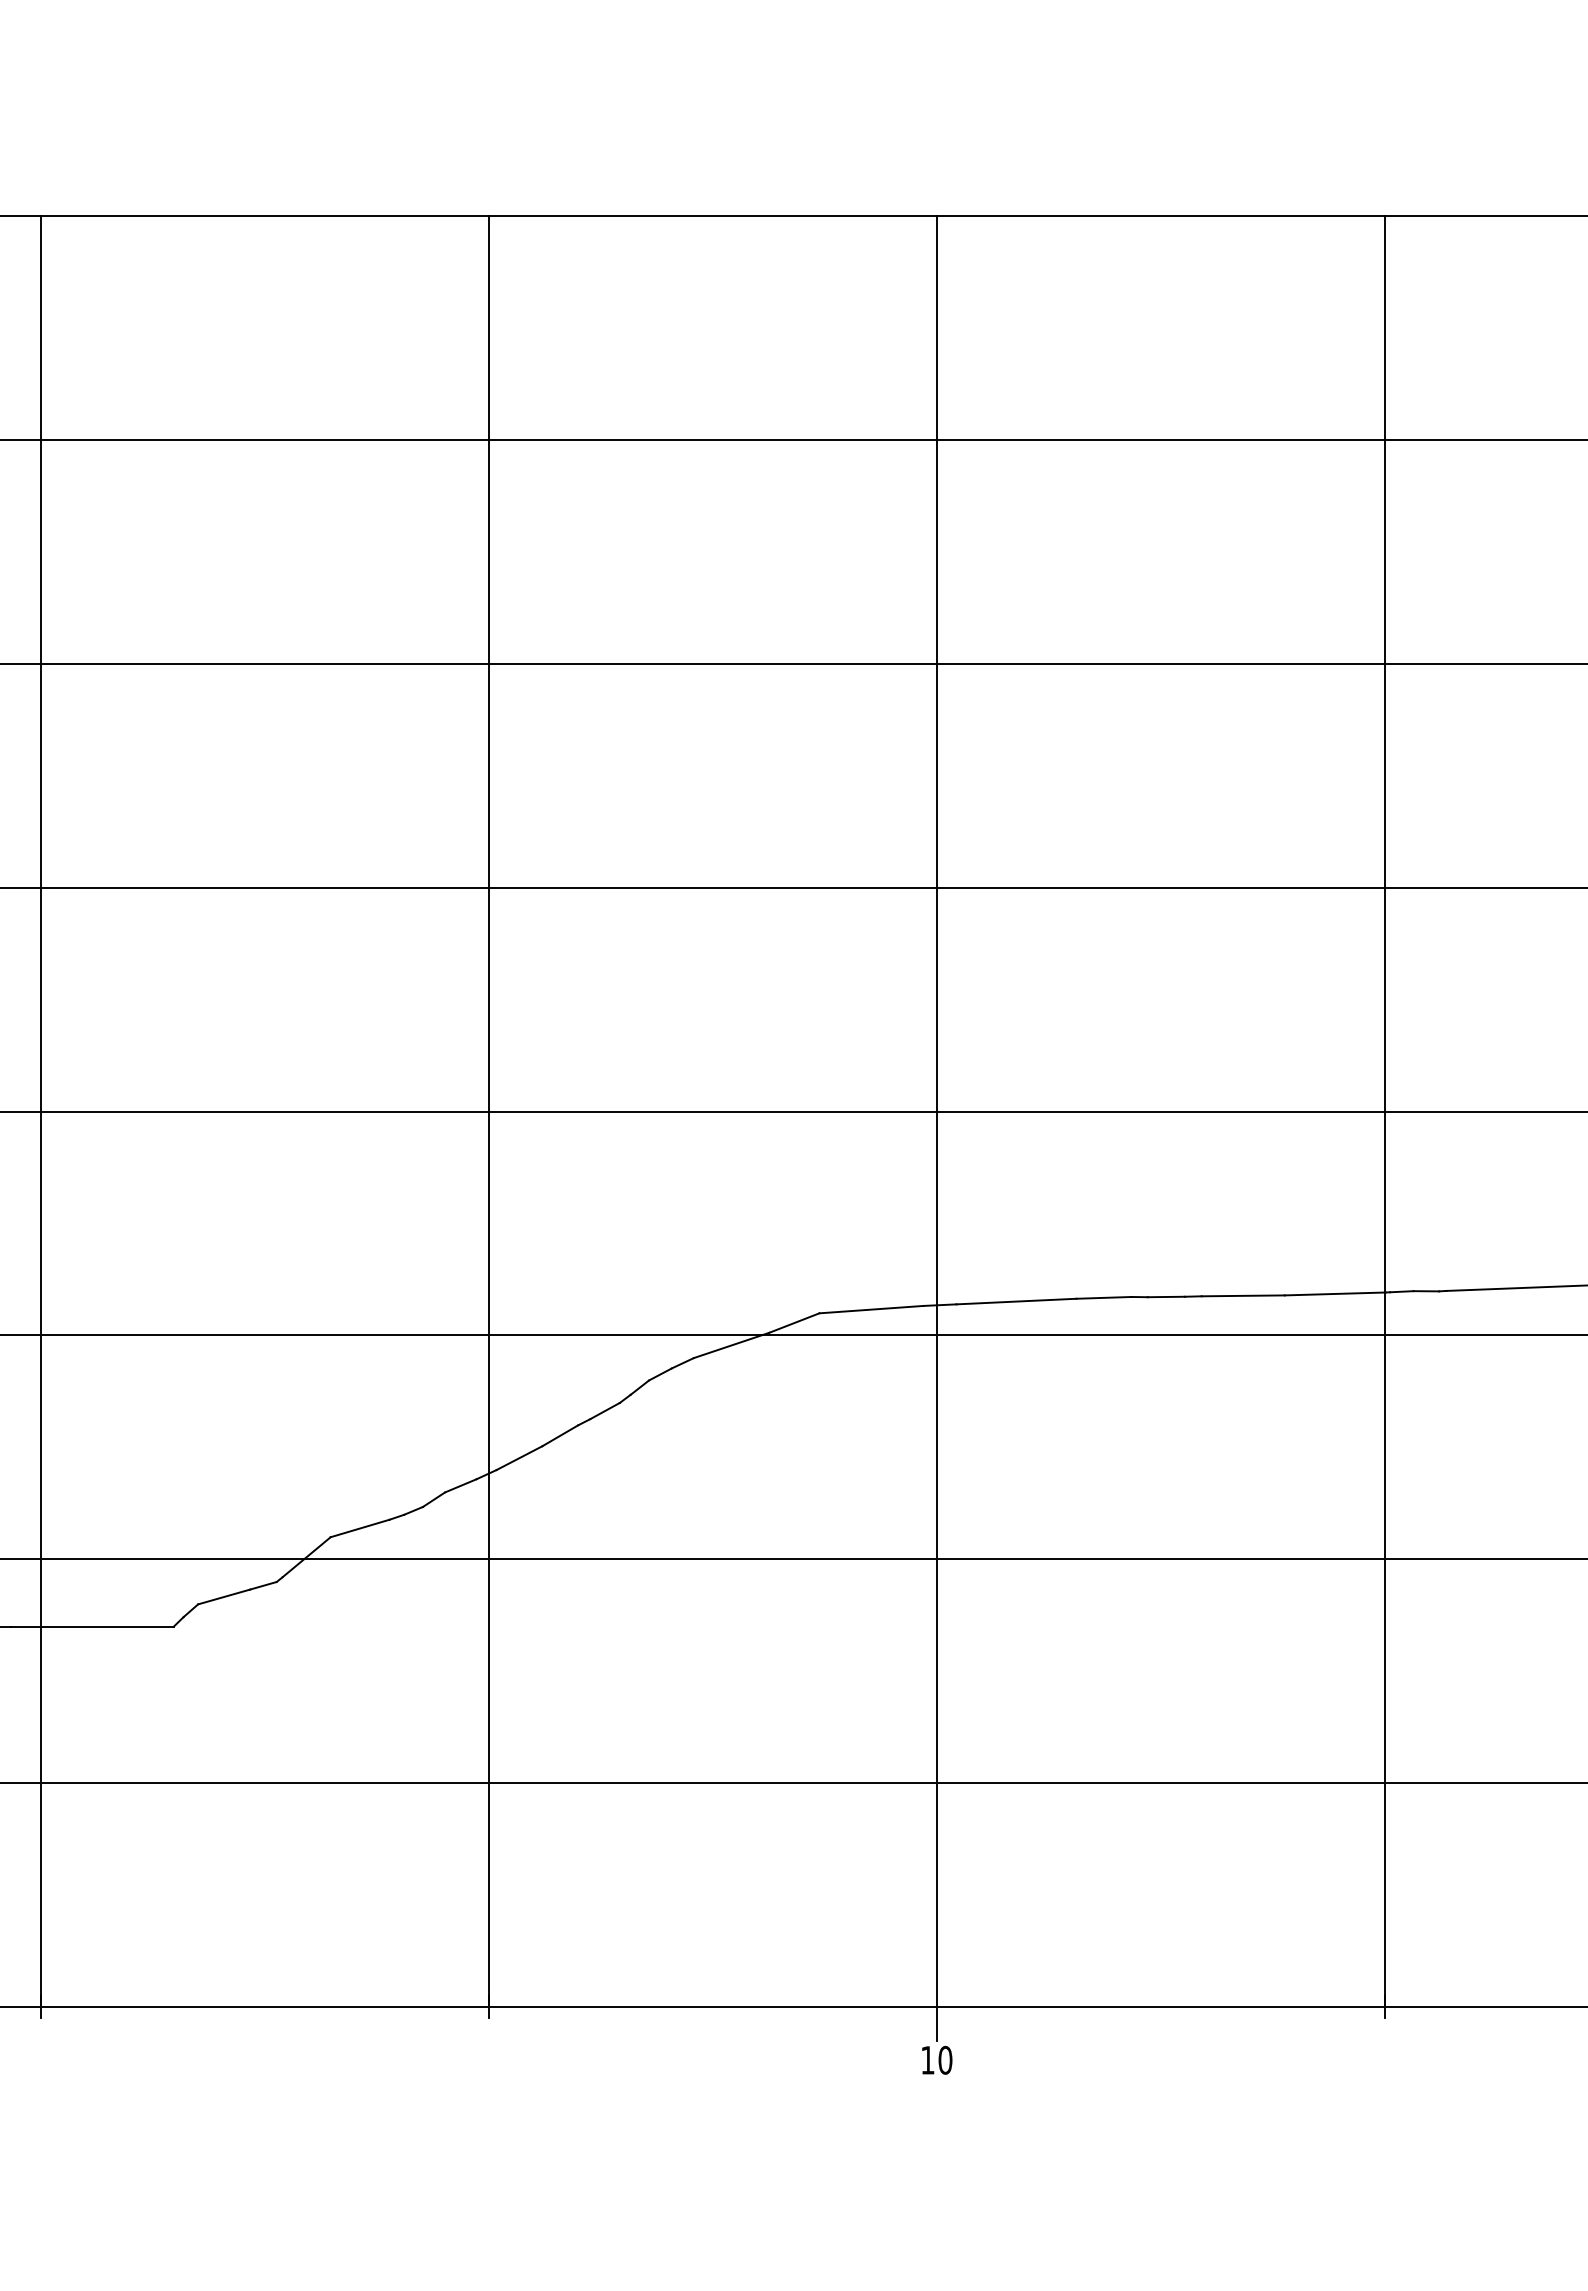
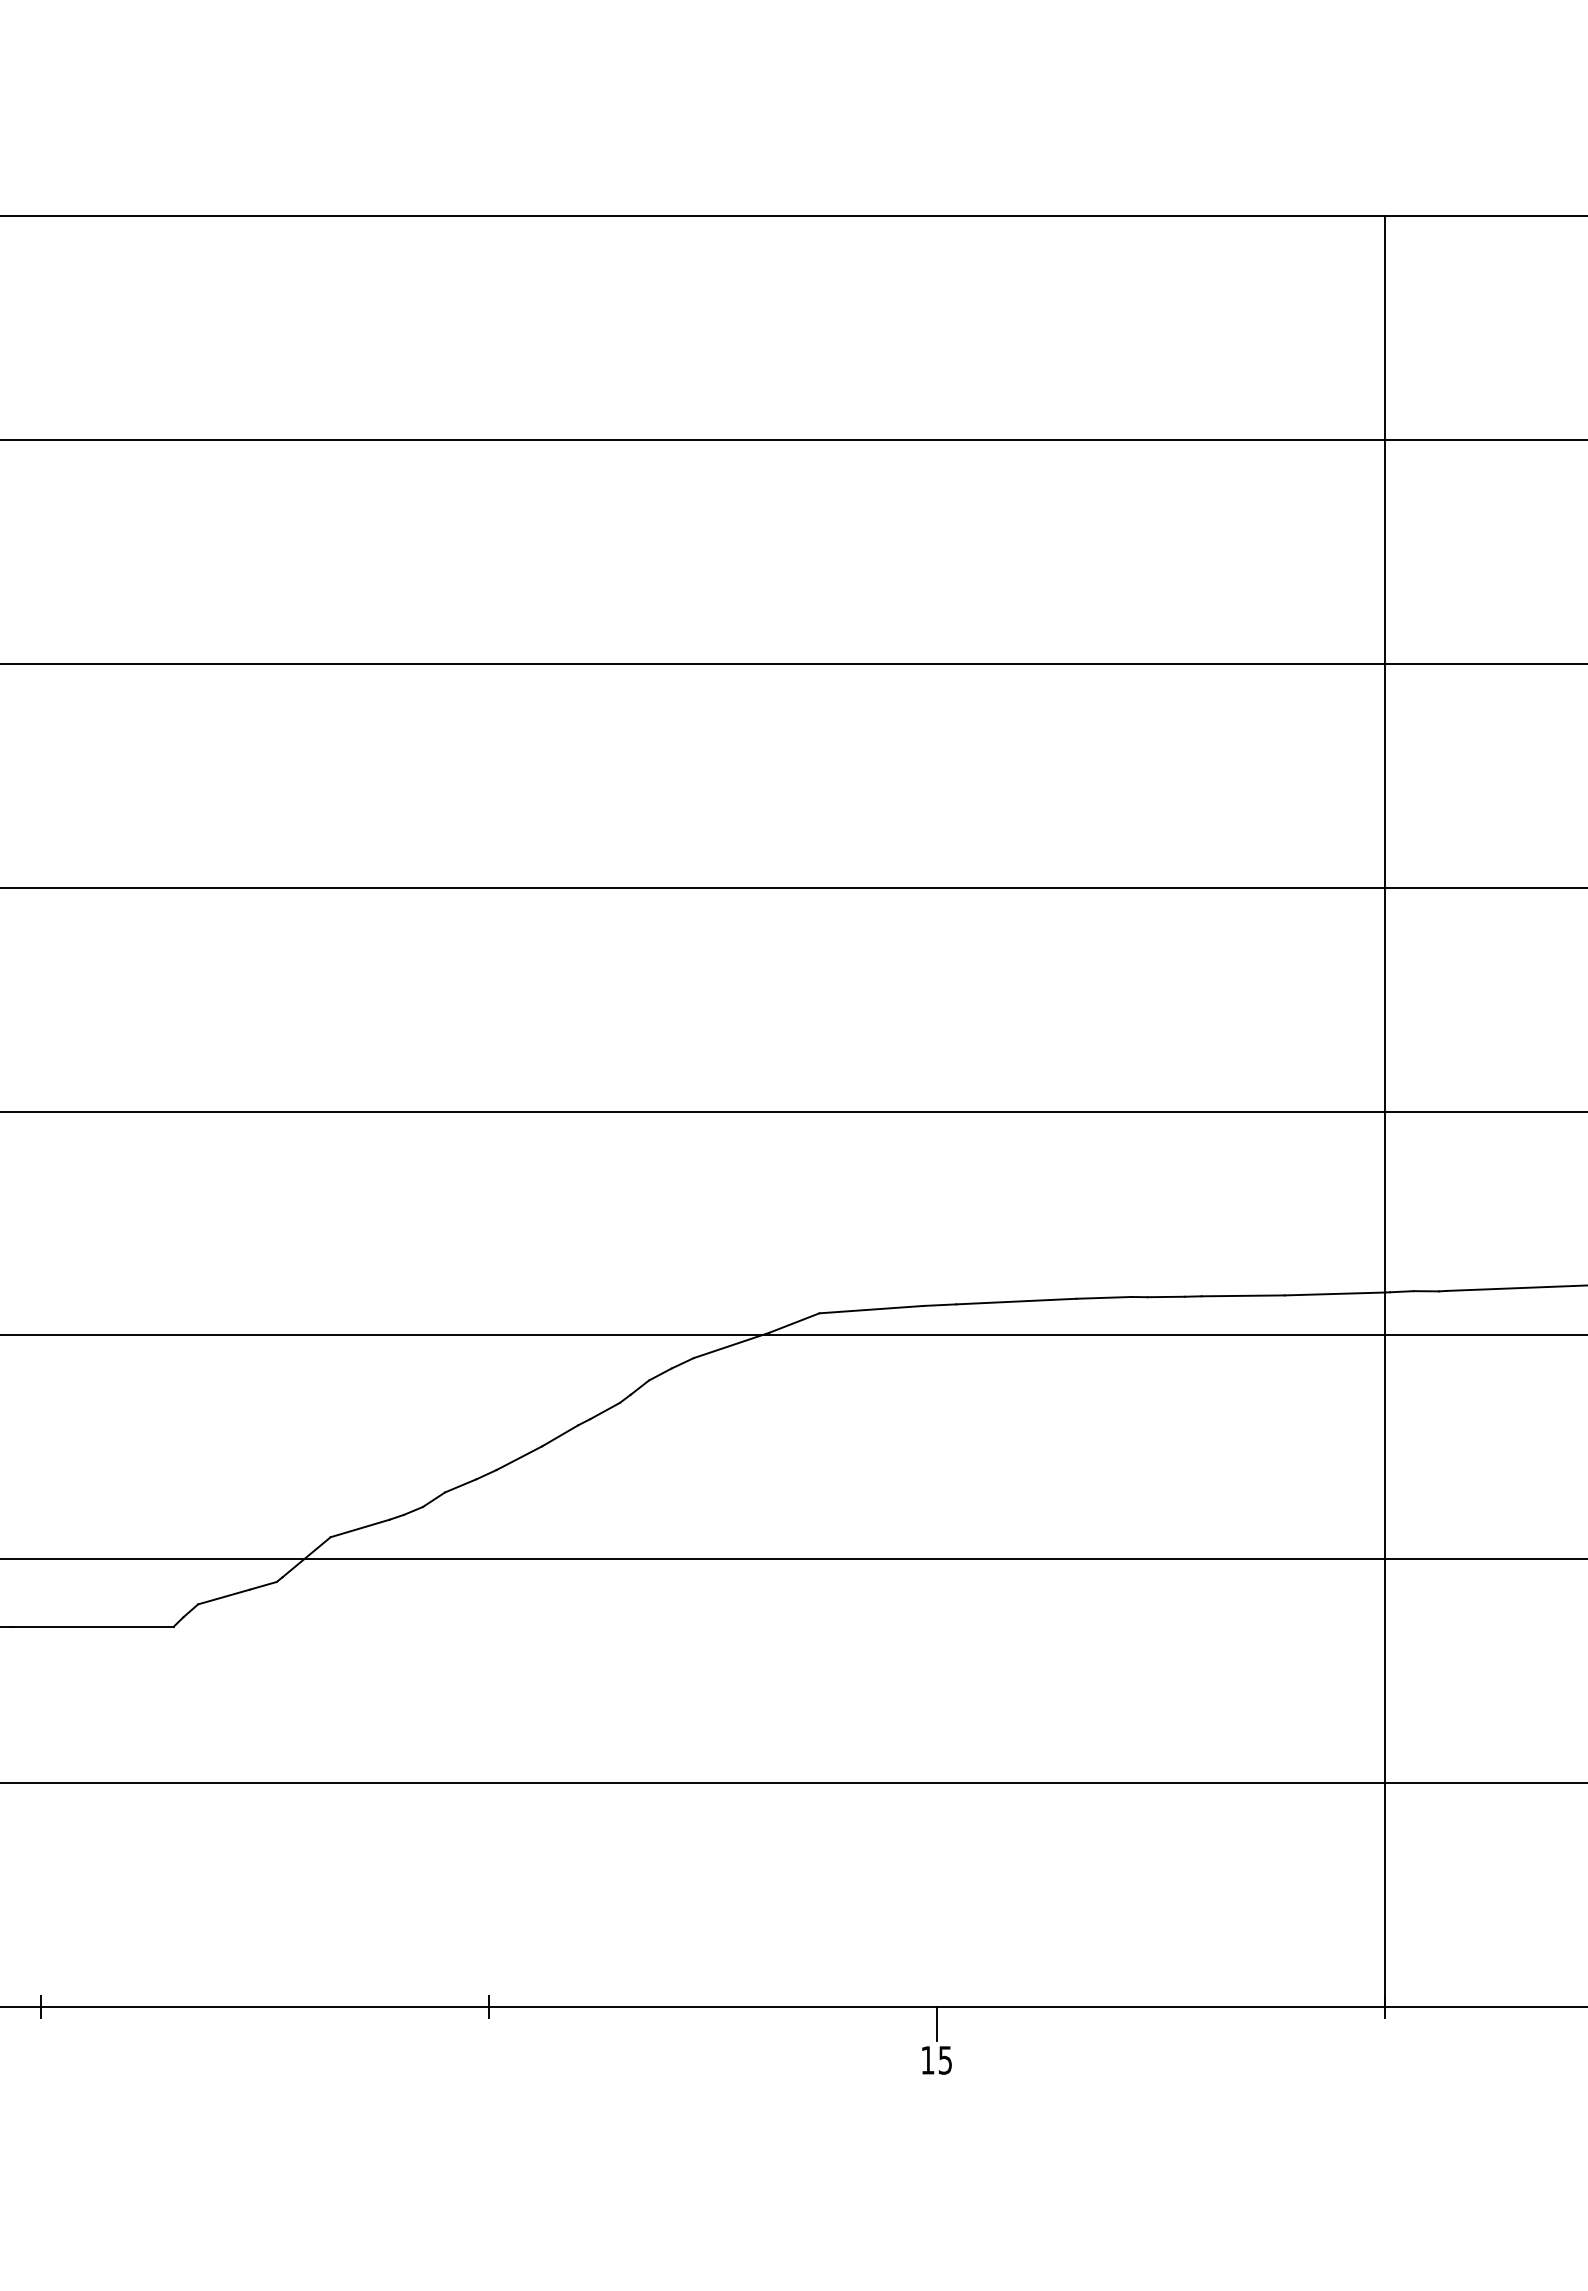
line at (41, 1111): present -> none
line at (488, 1111): present -> none
line at (936, 1111): present -> none
text at (945, 2059): 10 -> 15
